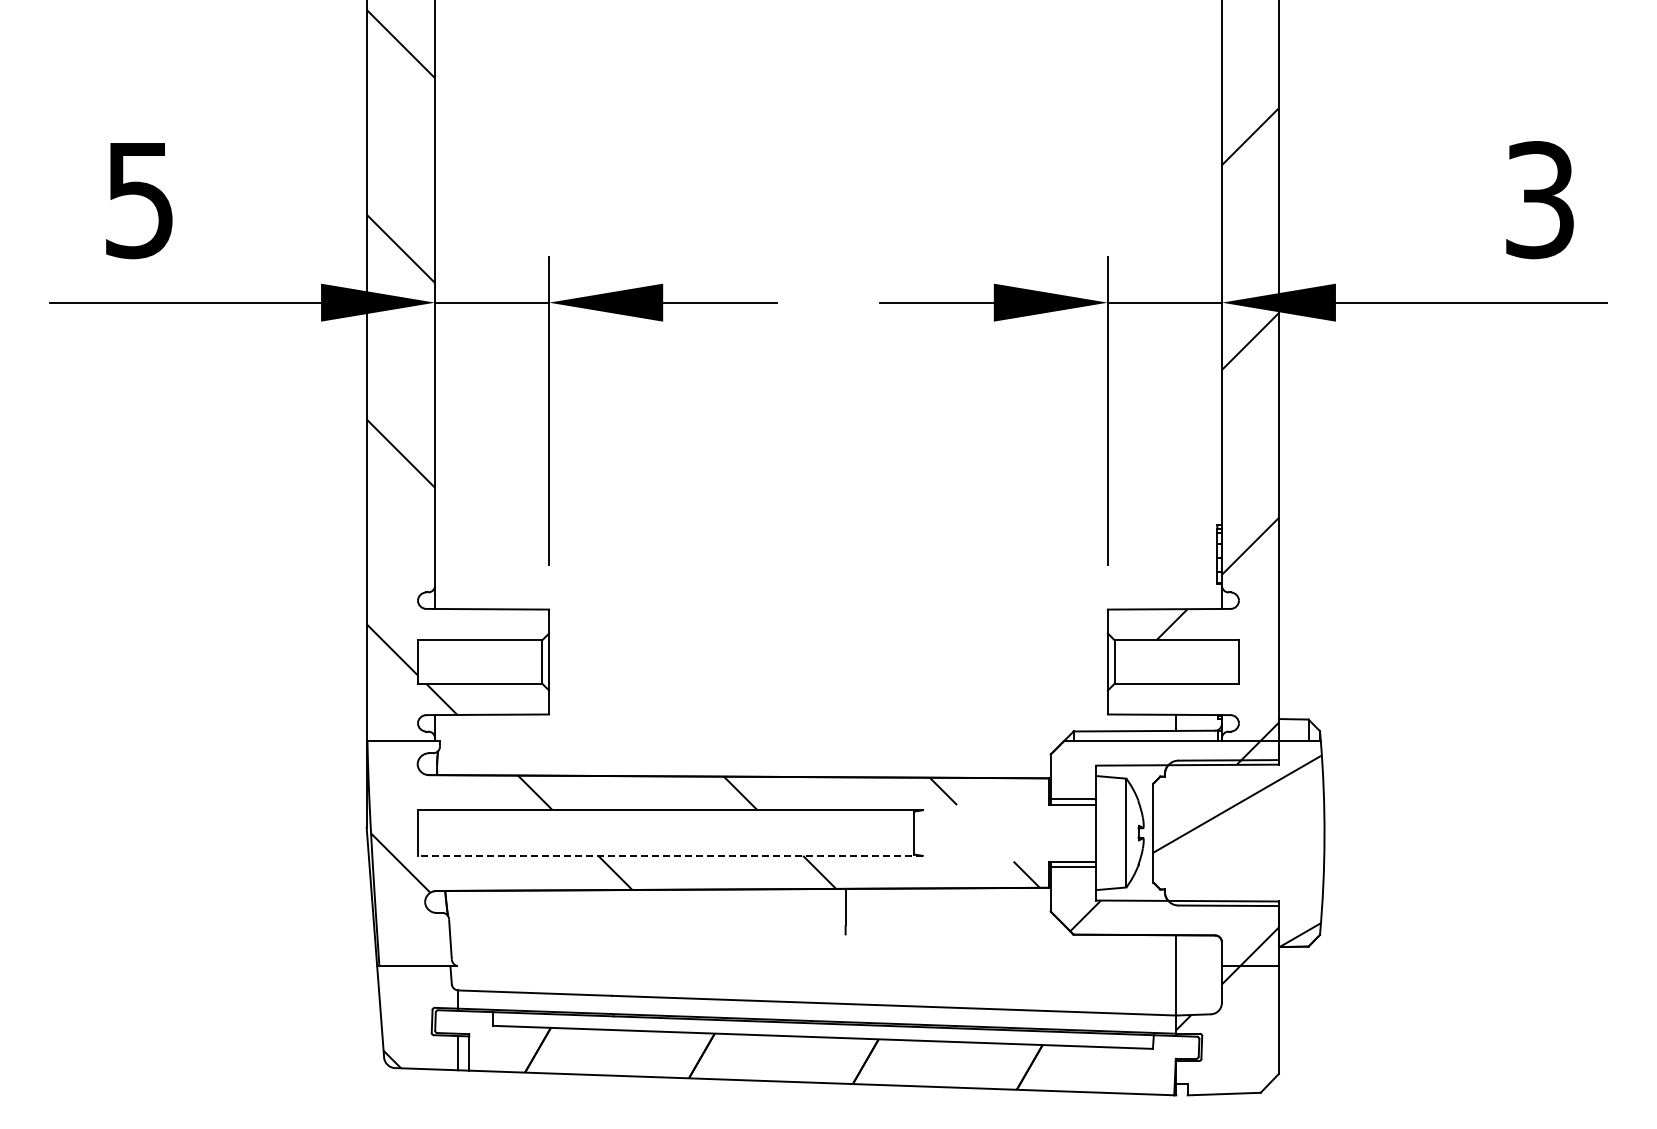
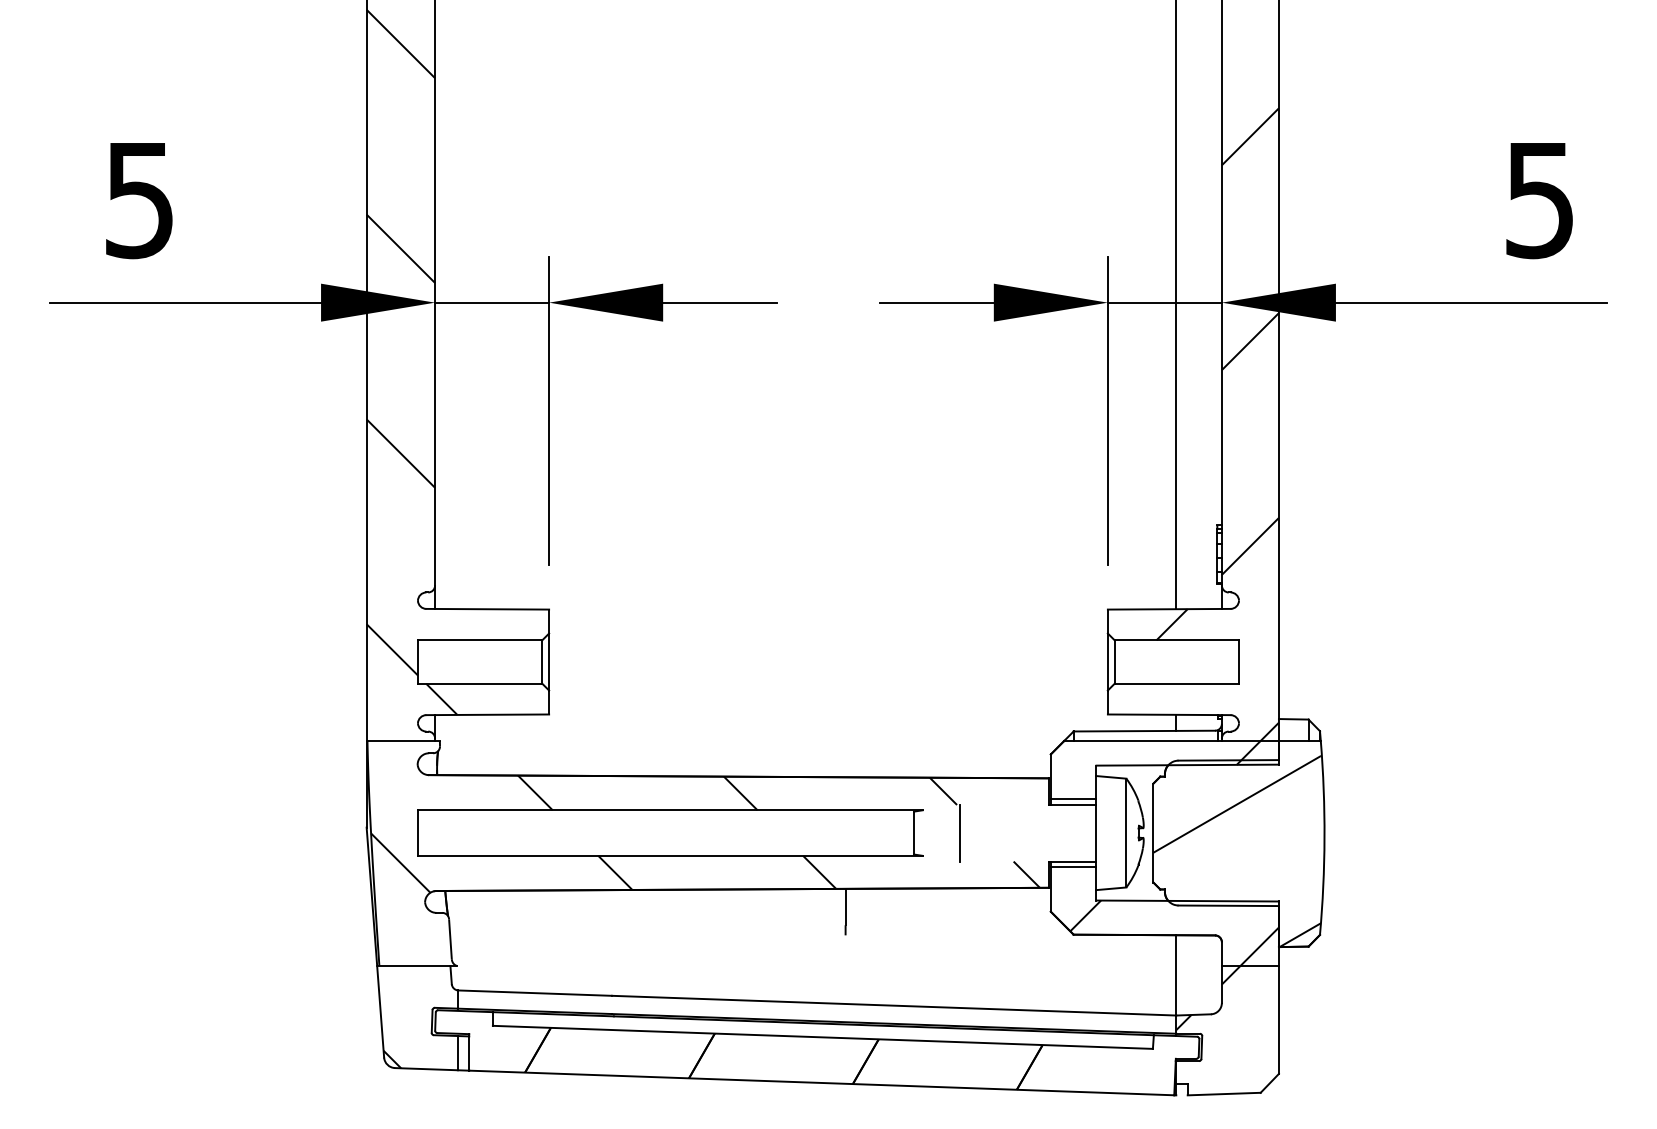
text at (1539, 199): 3 -> 5
line at (1176, 305): none -> present
line at (959, 832): none -> present
line at (669, 855): dashed -> solid
